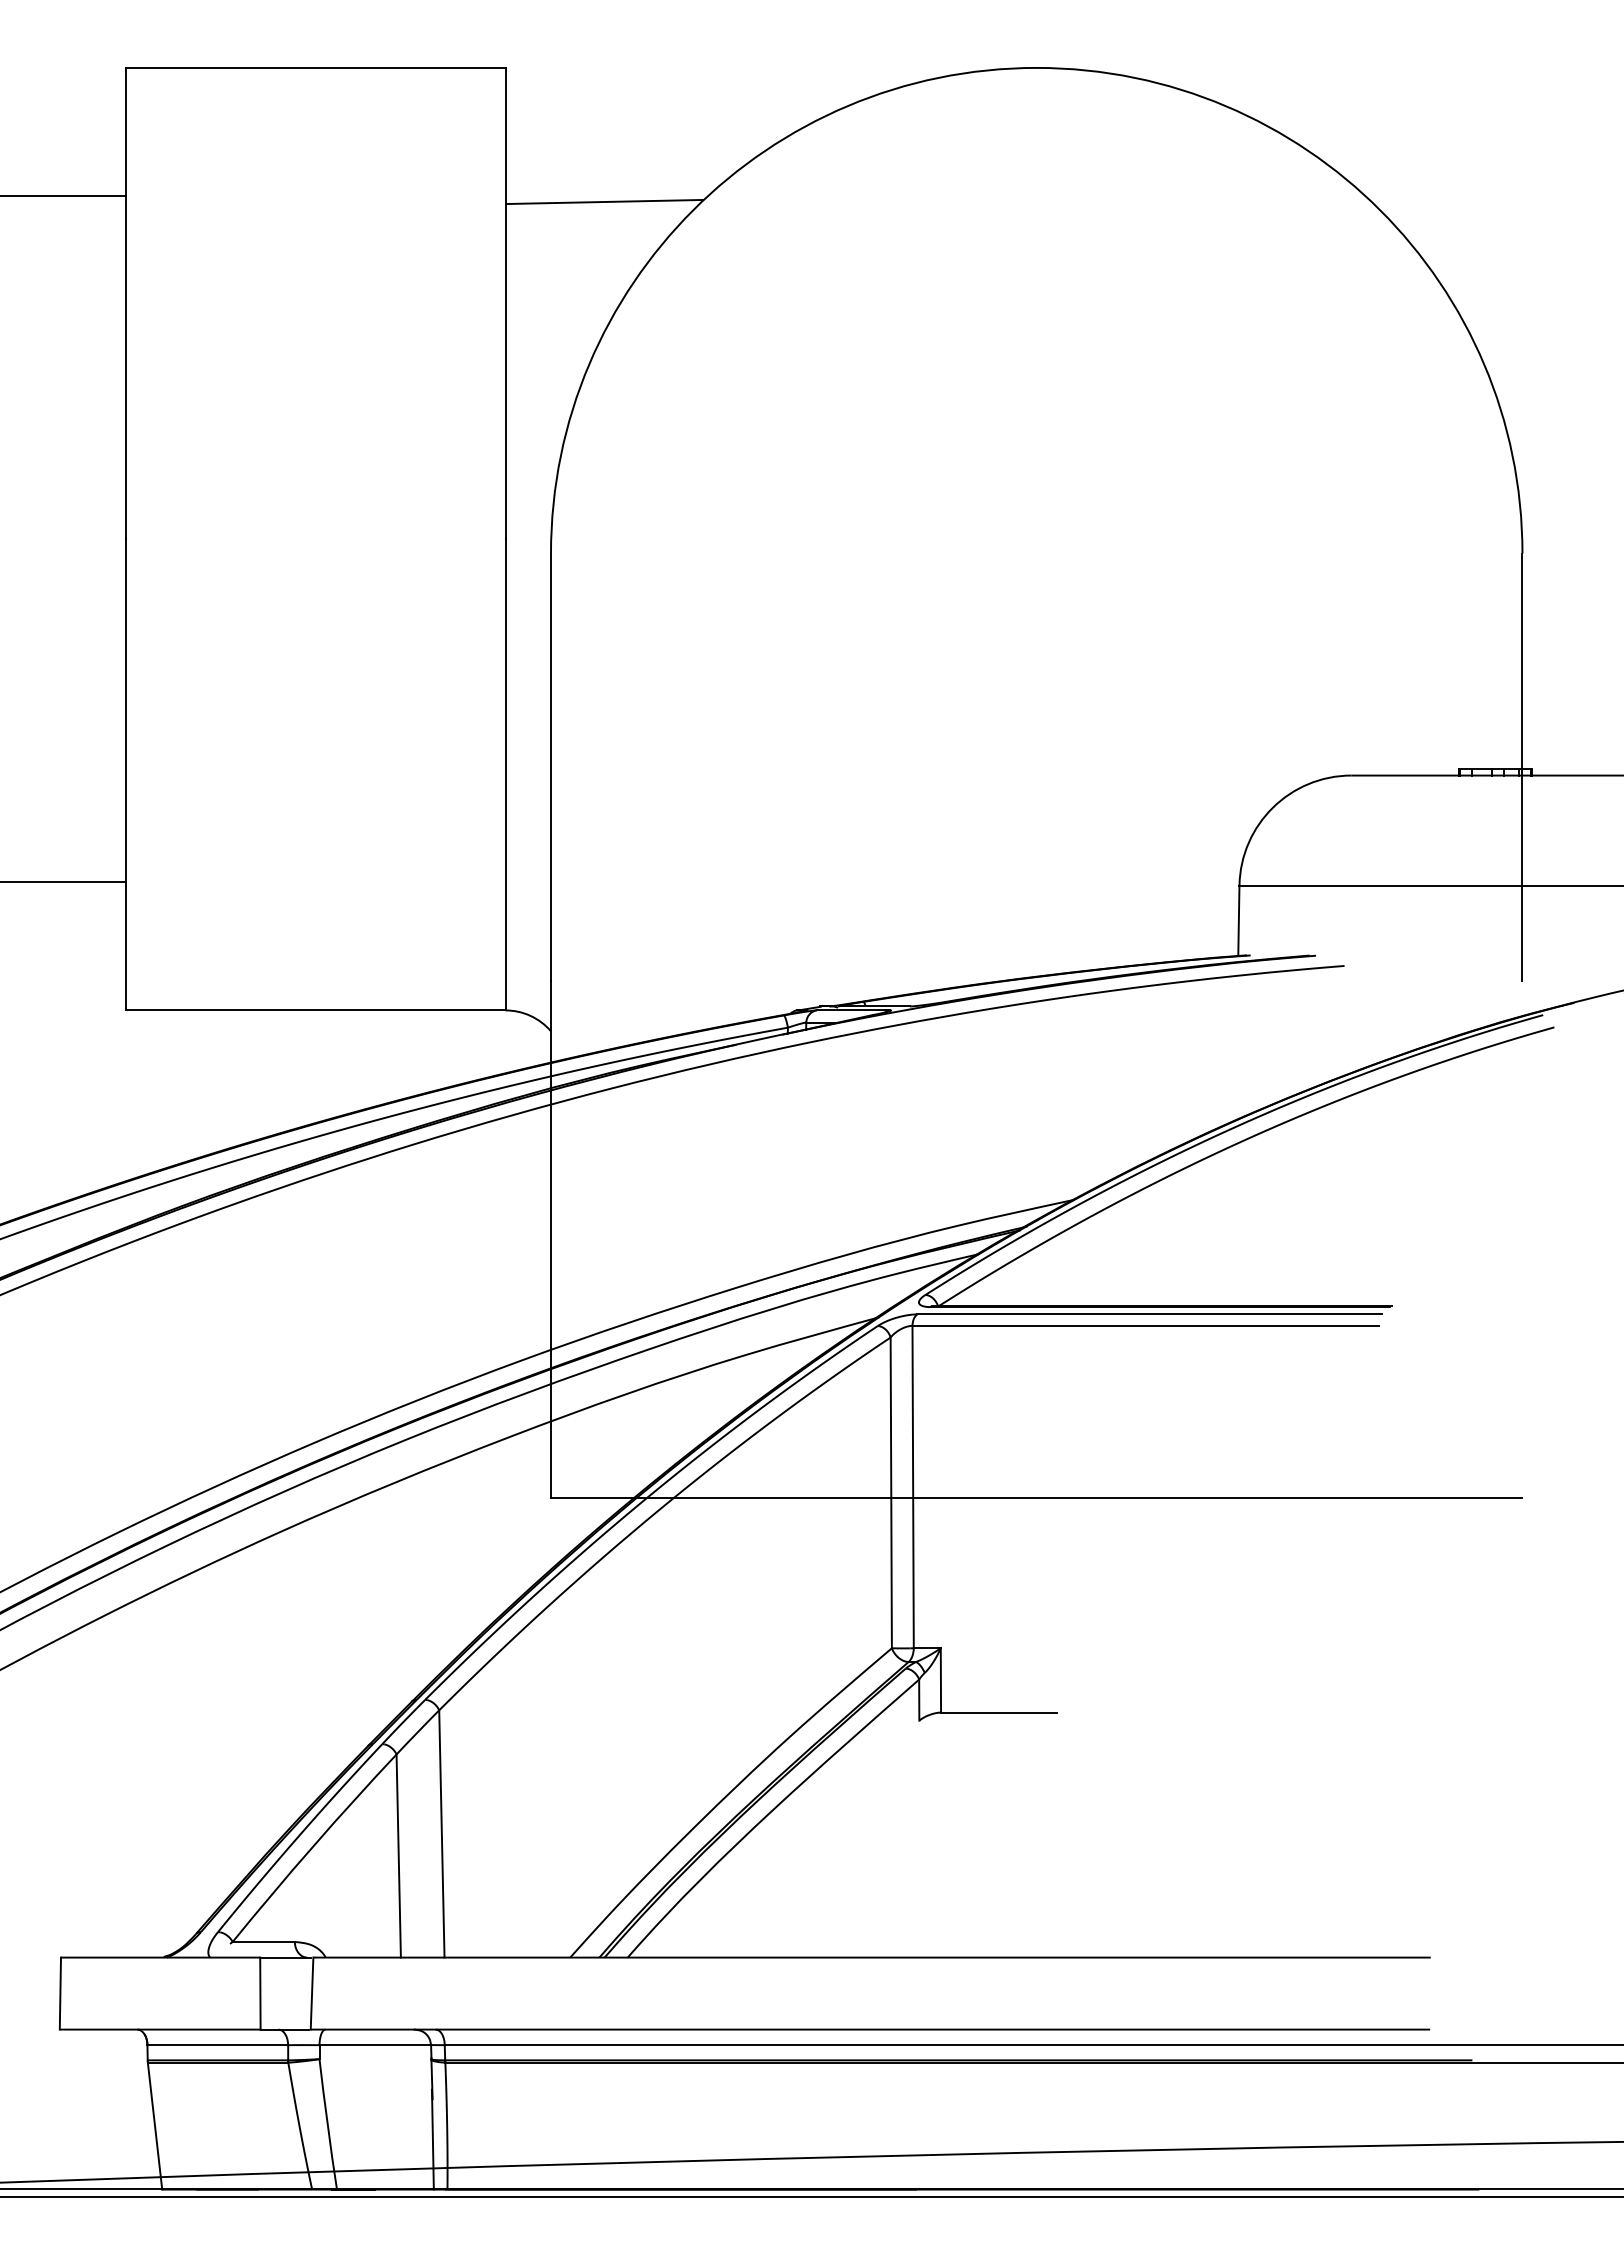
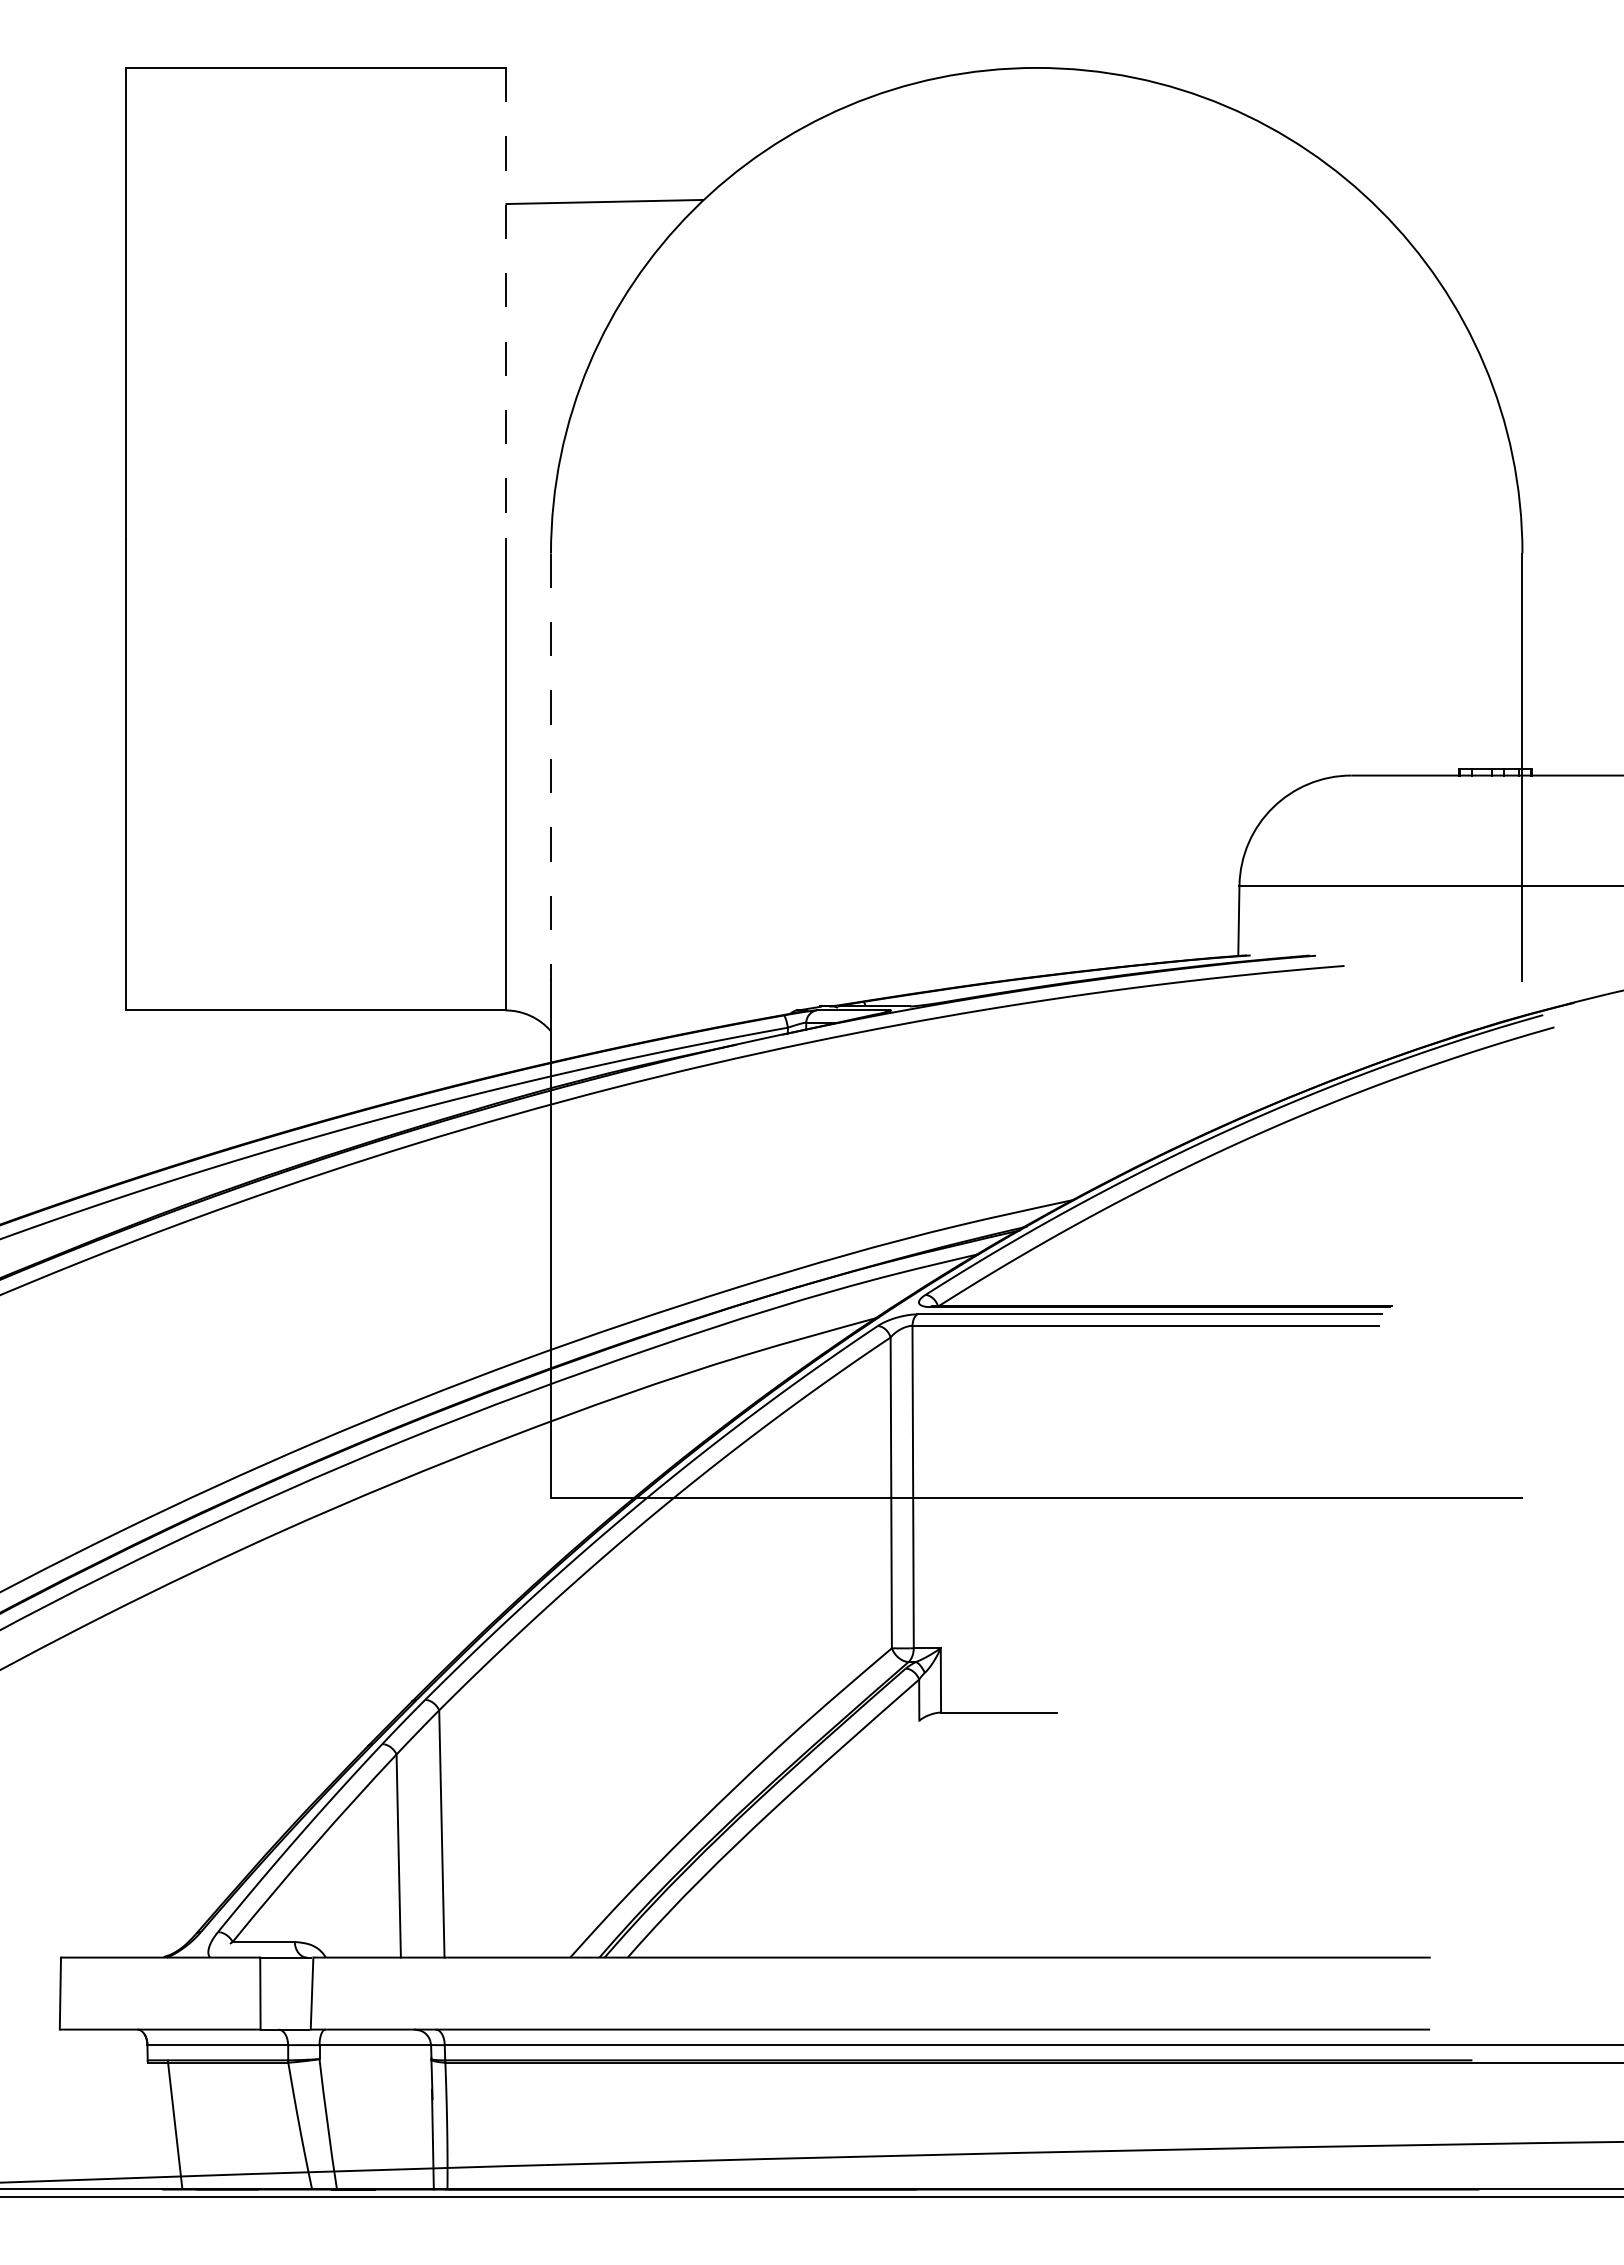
line at (64, 196): present -> none
line at (505, 303): solid -> dashed
line at (551, 767): solid -> dashed
line at (64, 881): present -> none
line at (154, 2125) position: (154, 2125) -> (174, 2123)
